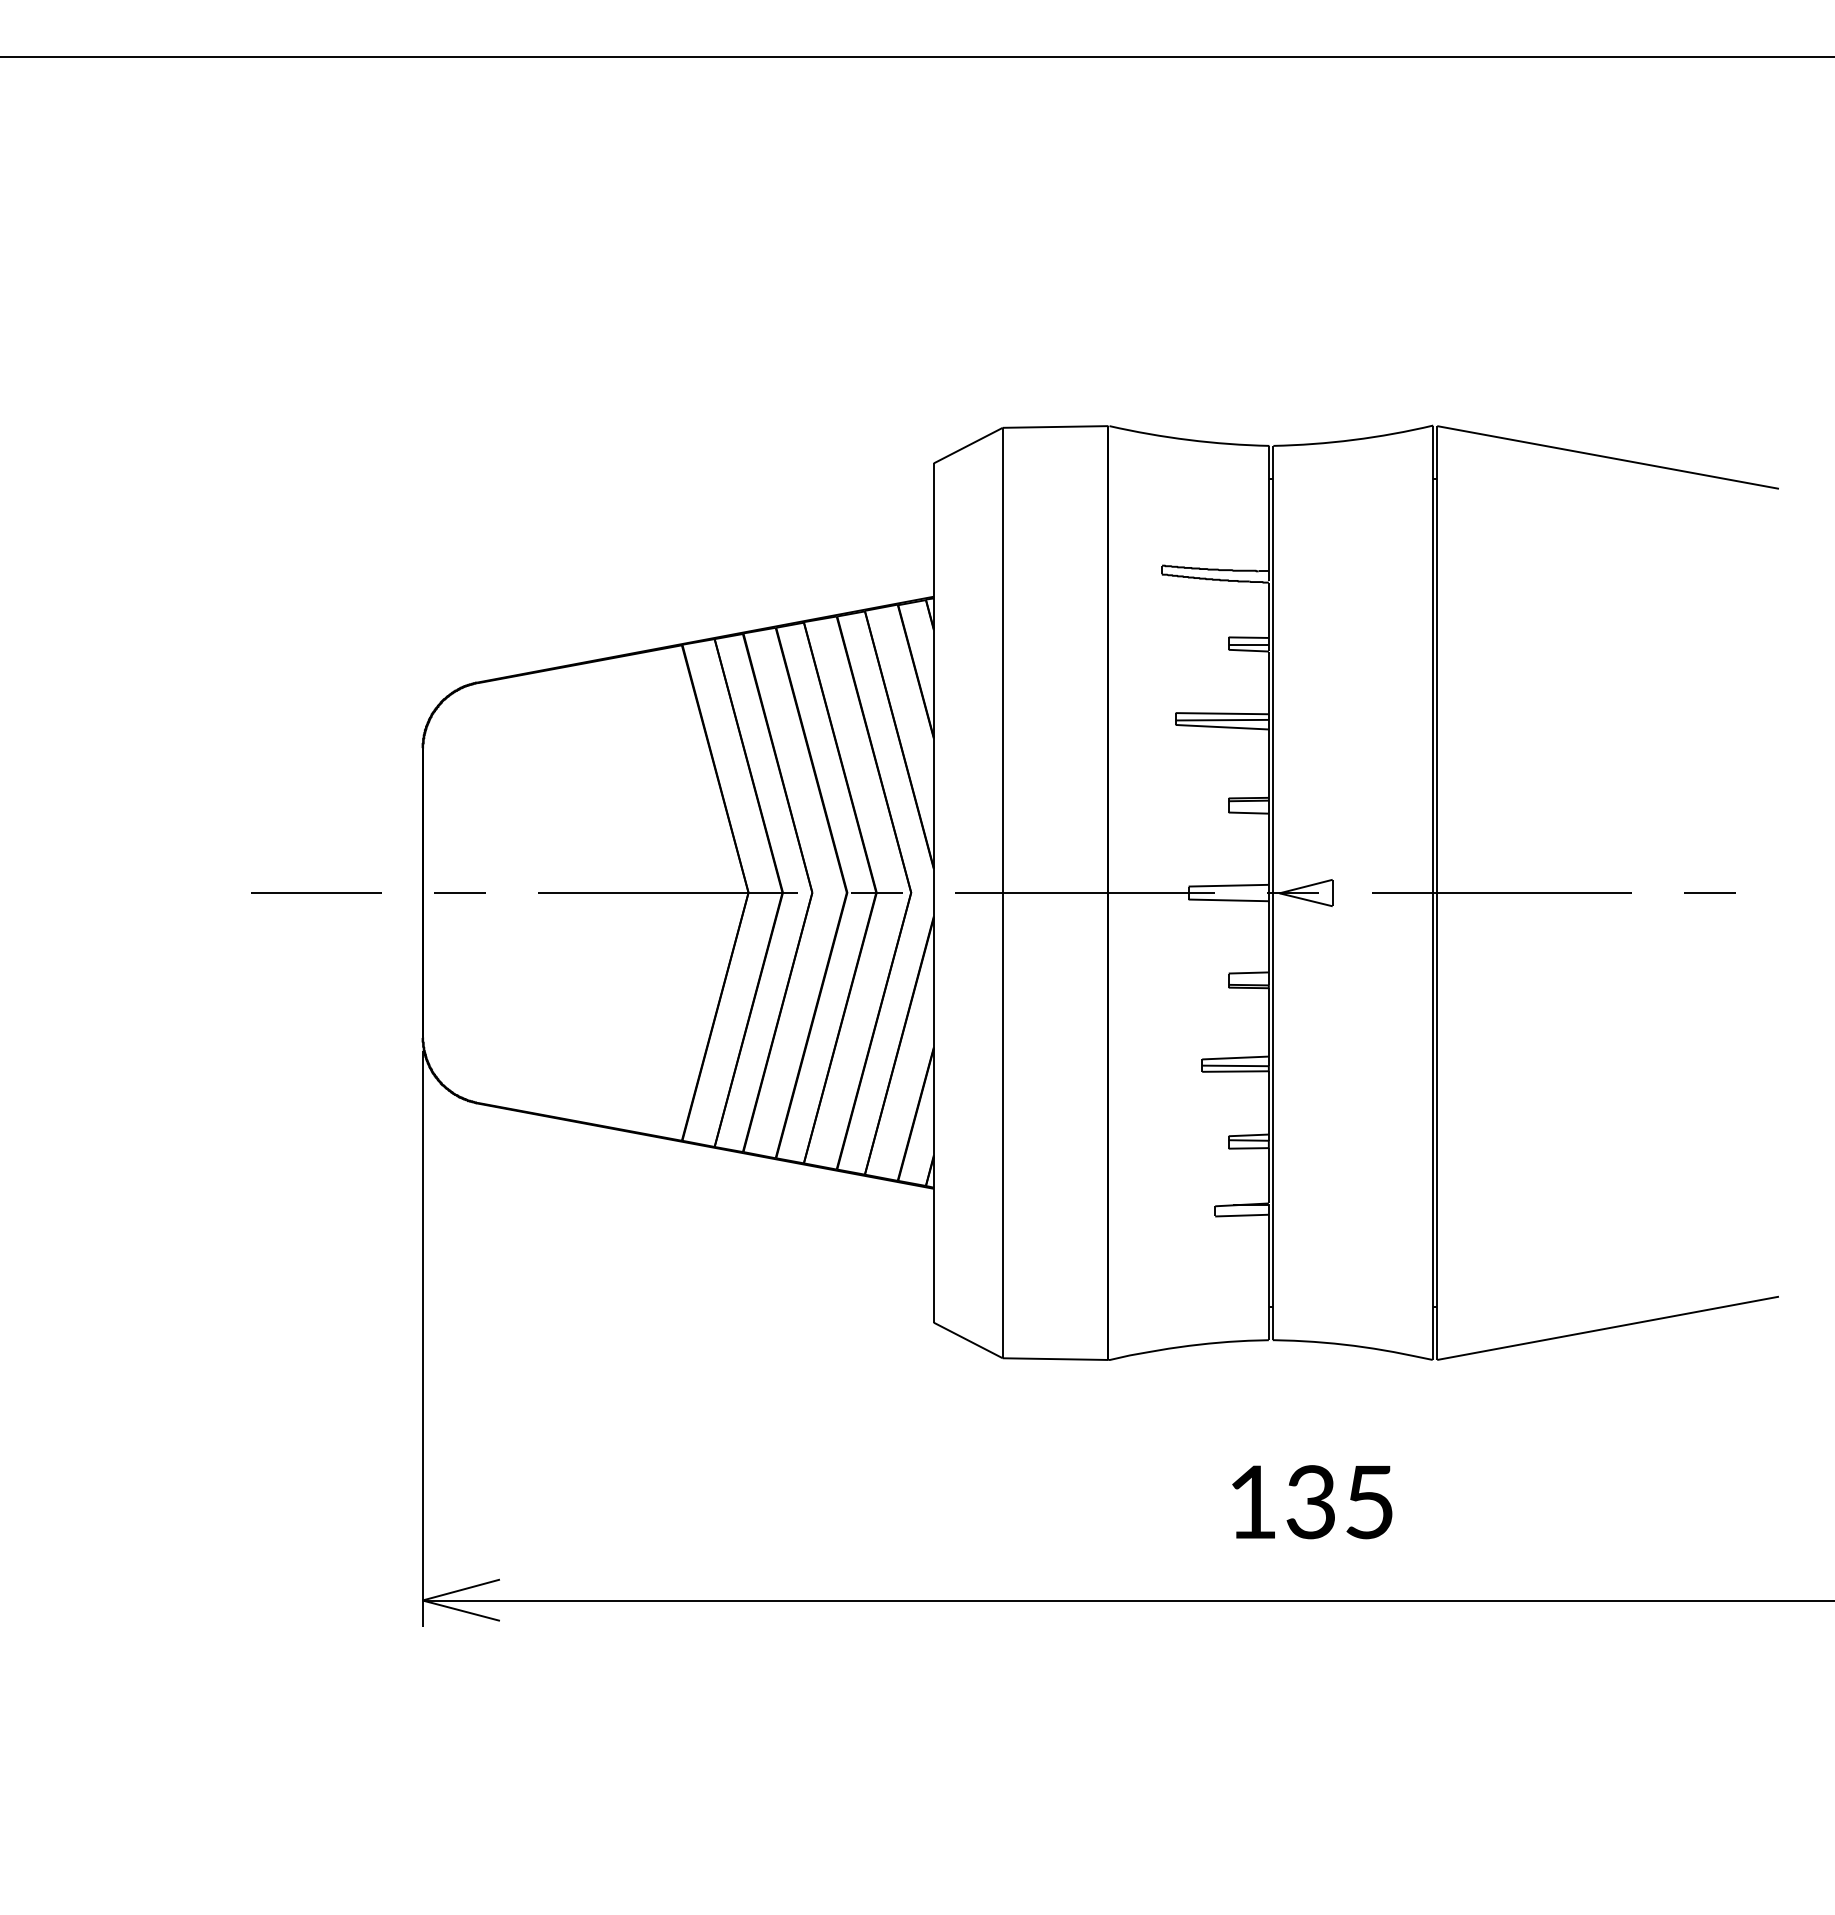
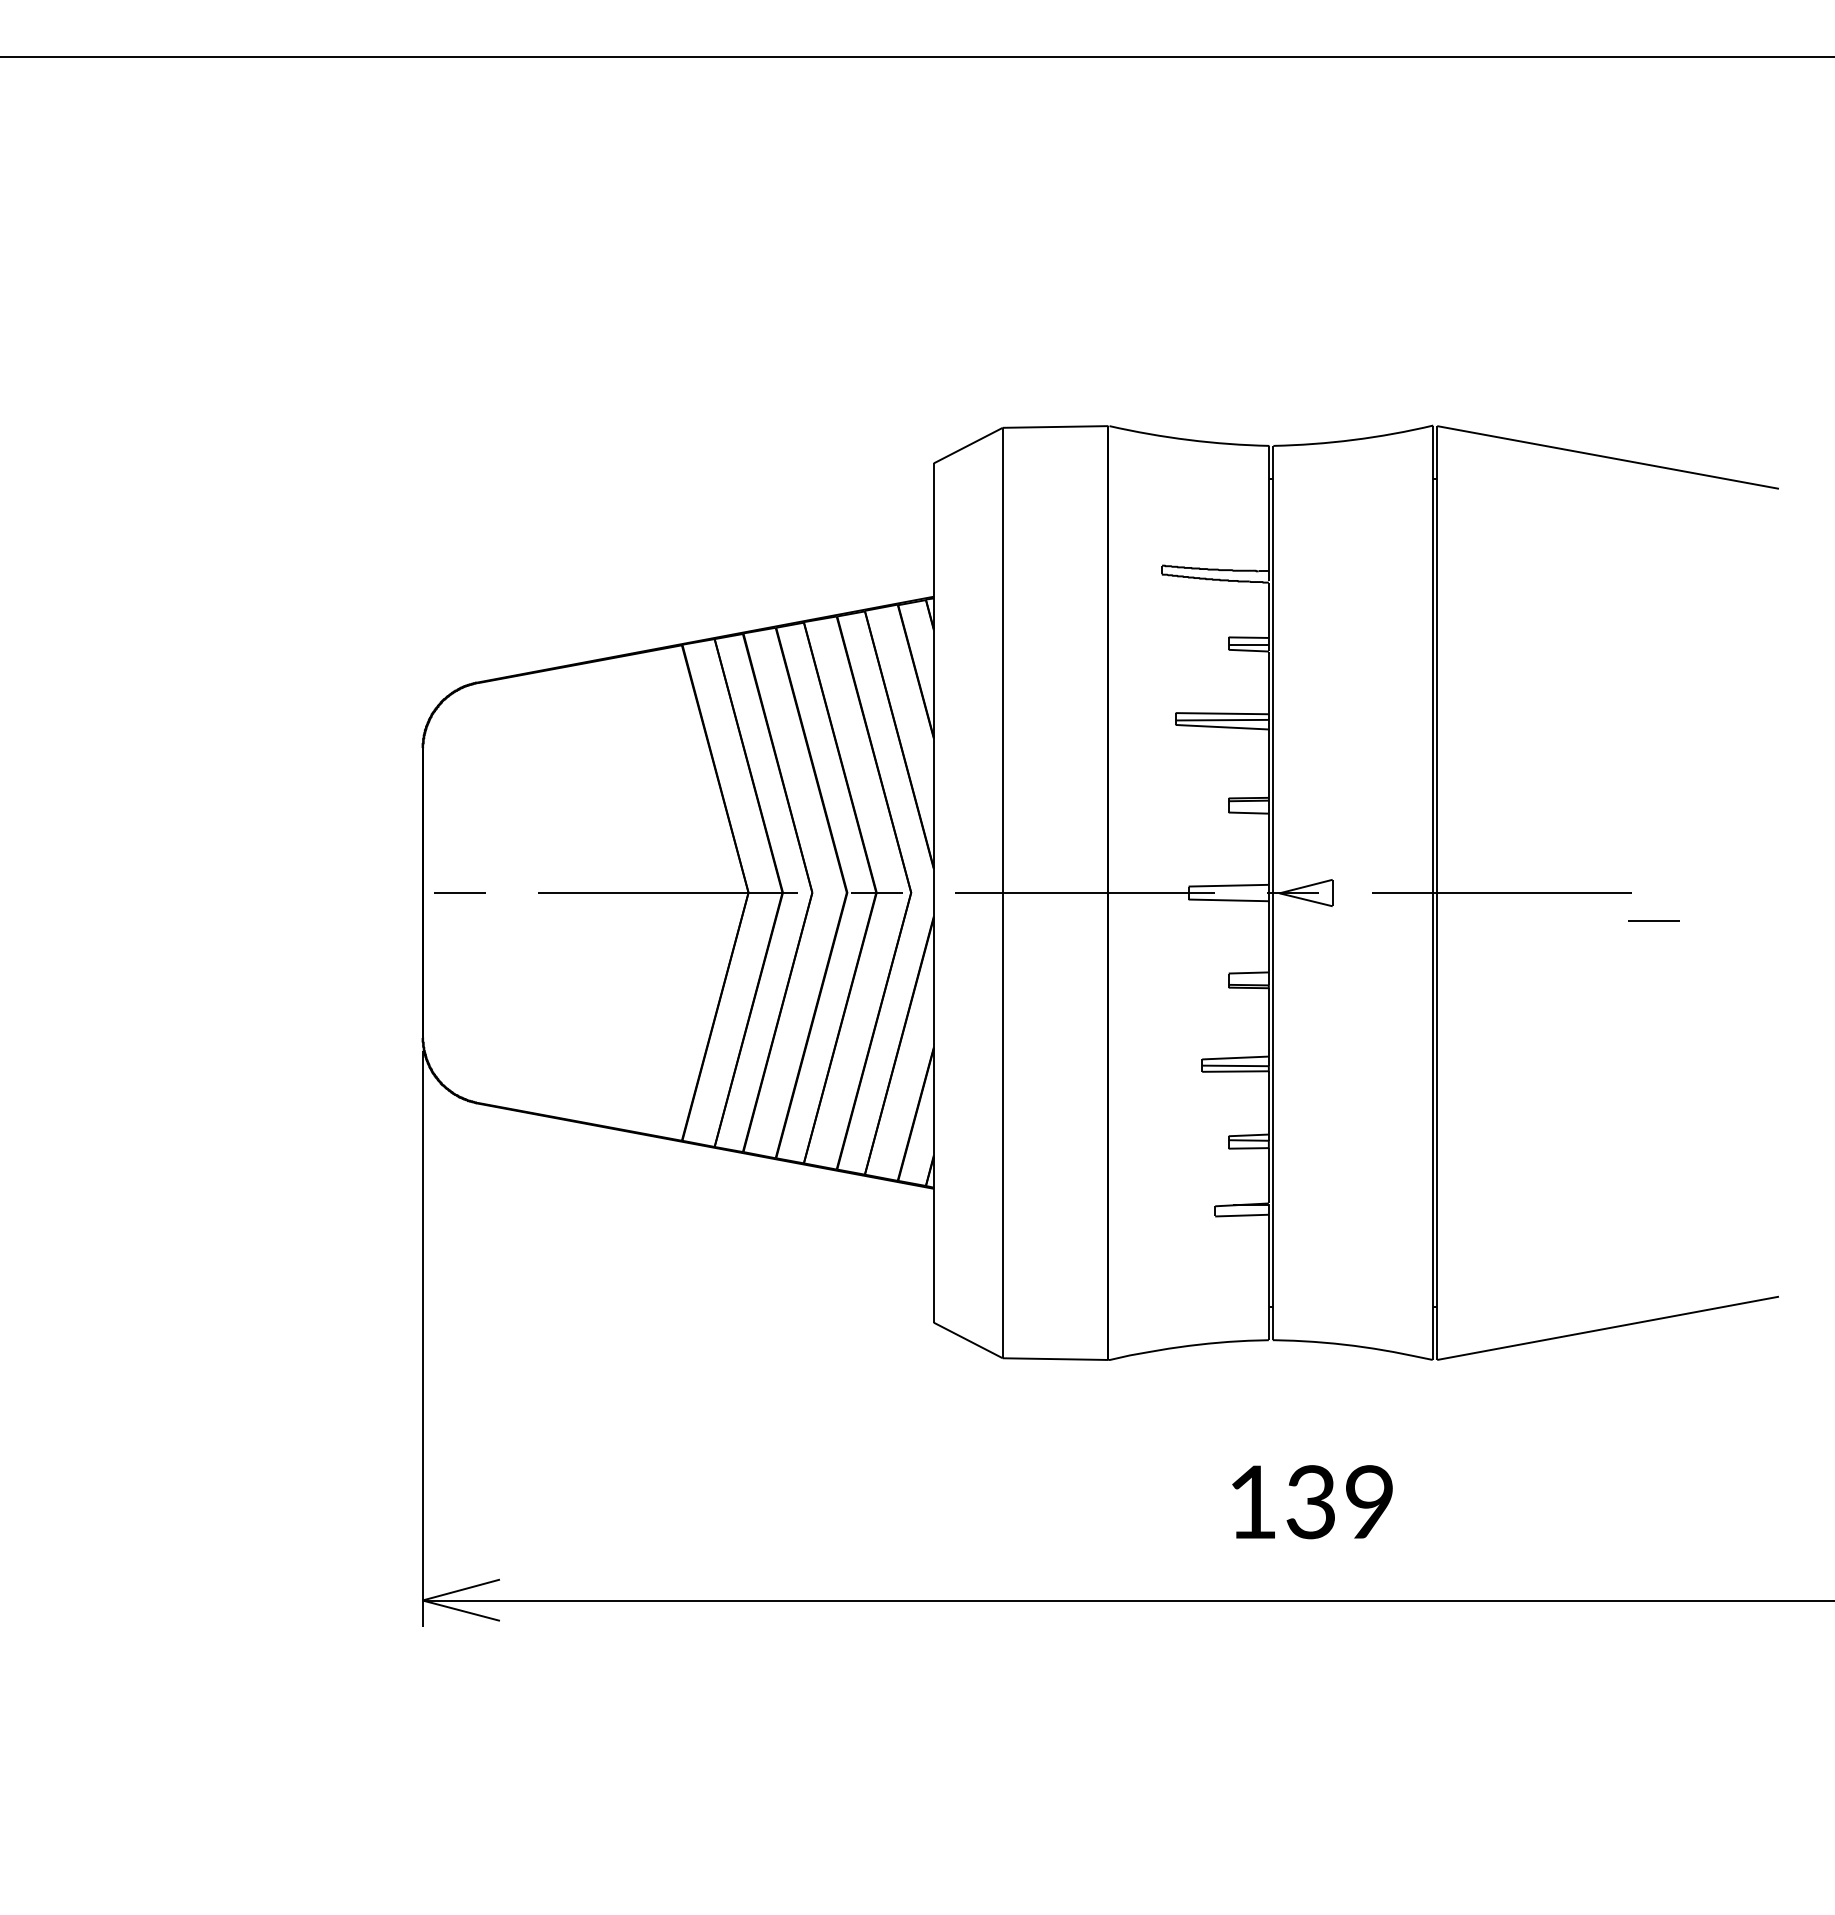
line at (316, 892): present -> none
line at (1709, 892) position: (1709, 892) -> (1653, 920)
text at (1369, 1502): 135 -> 139
